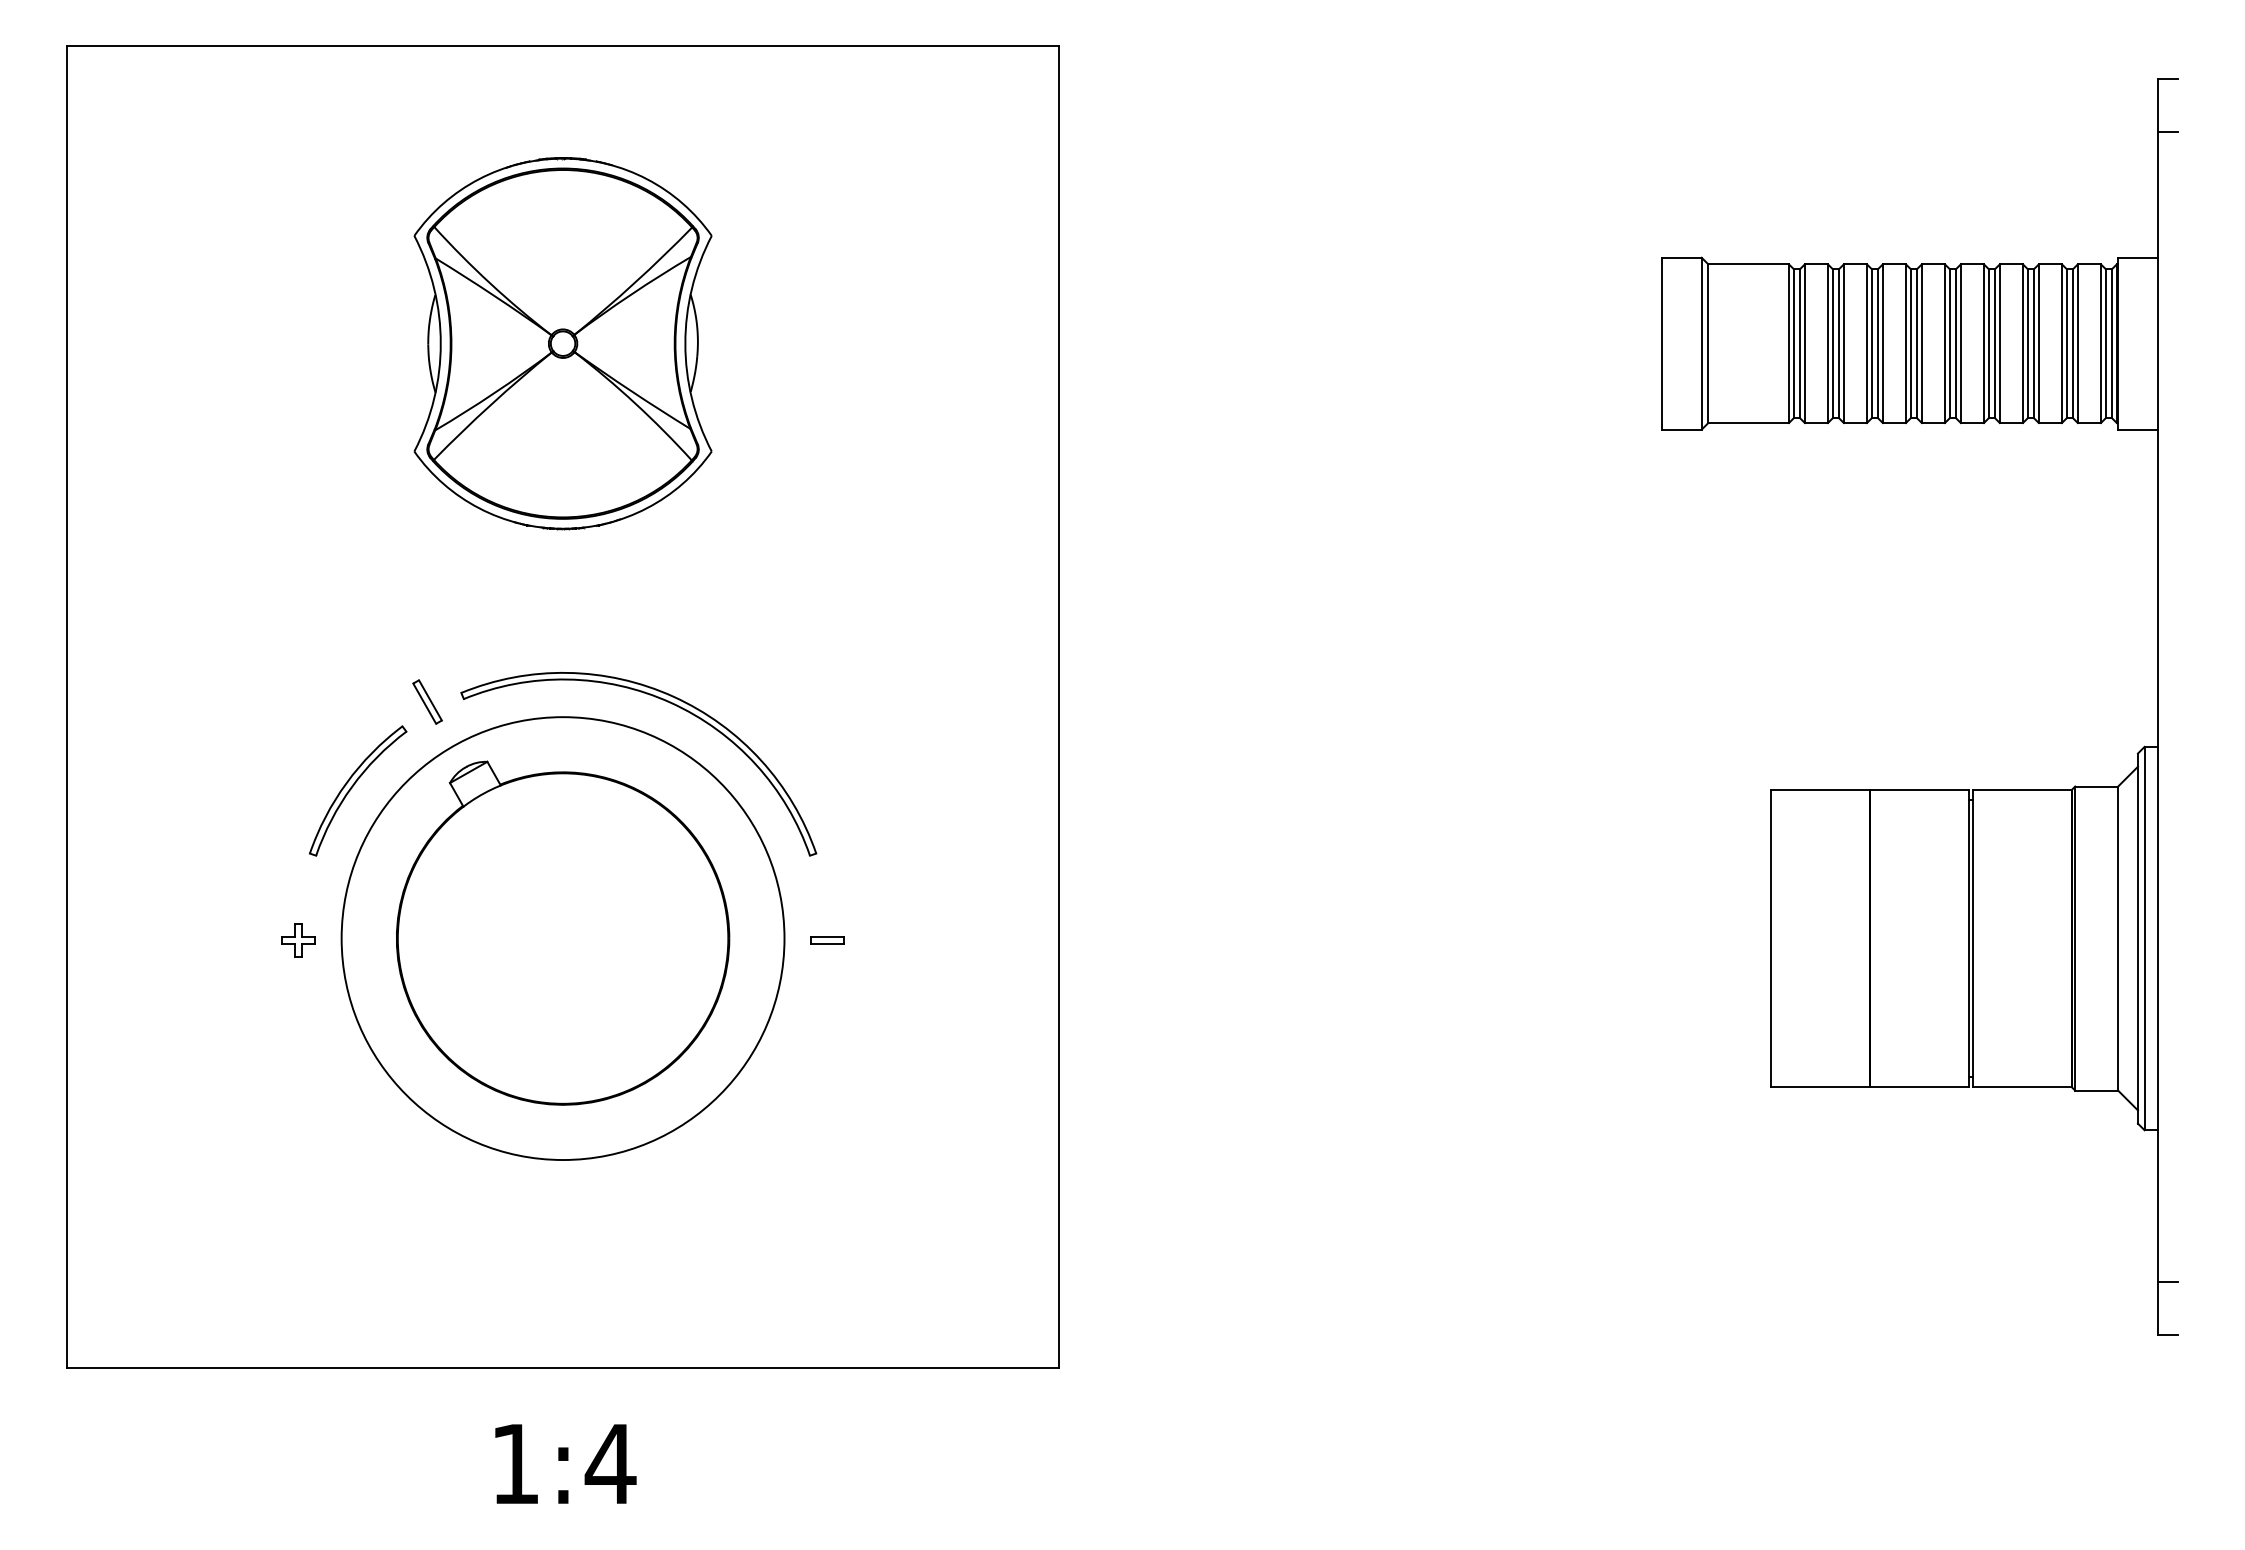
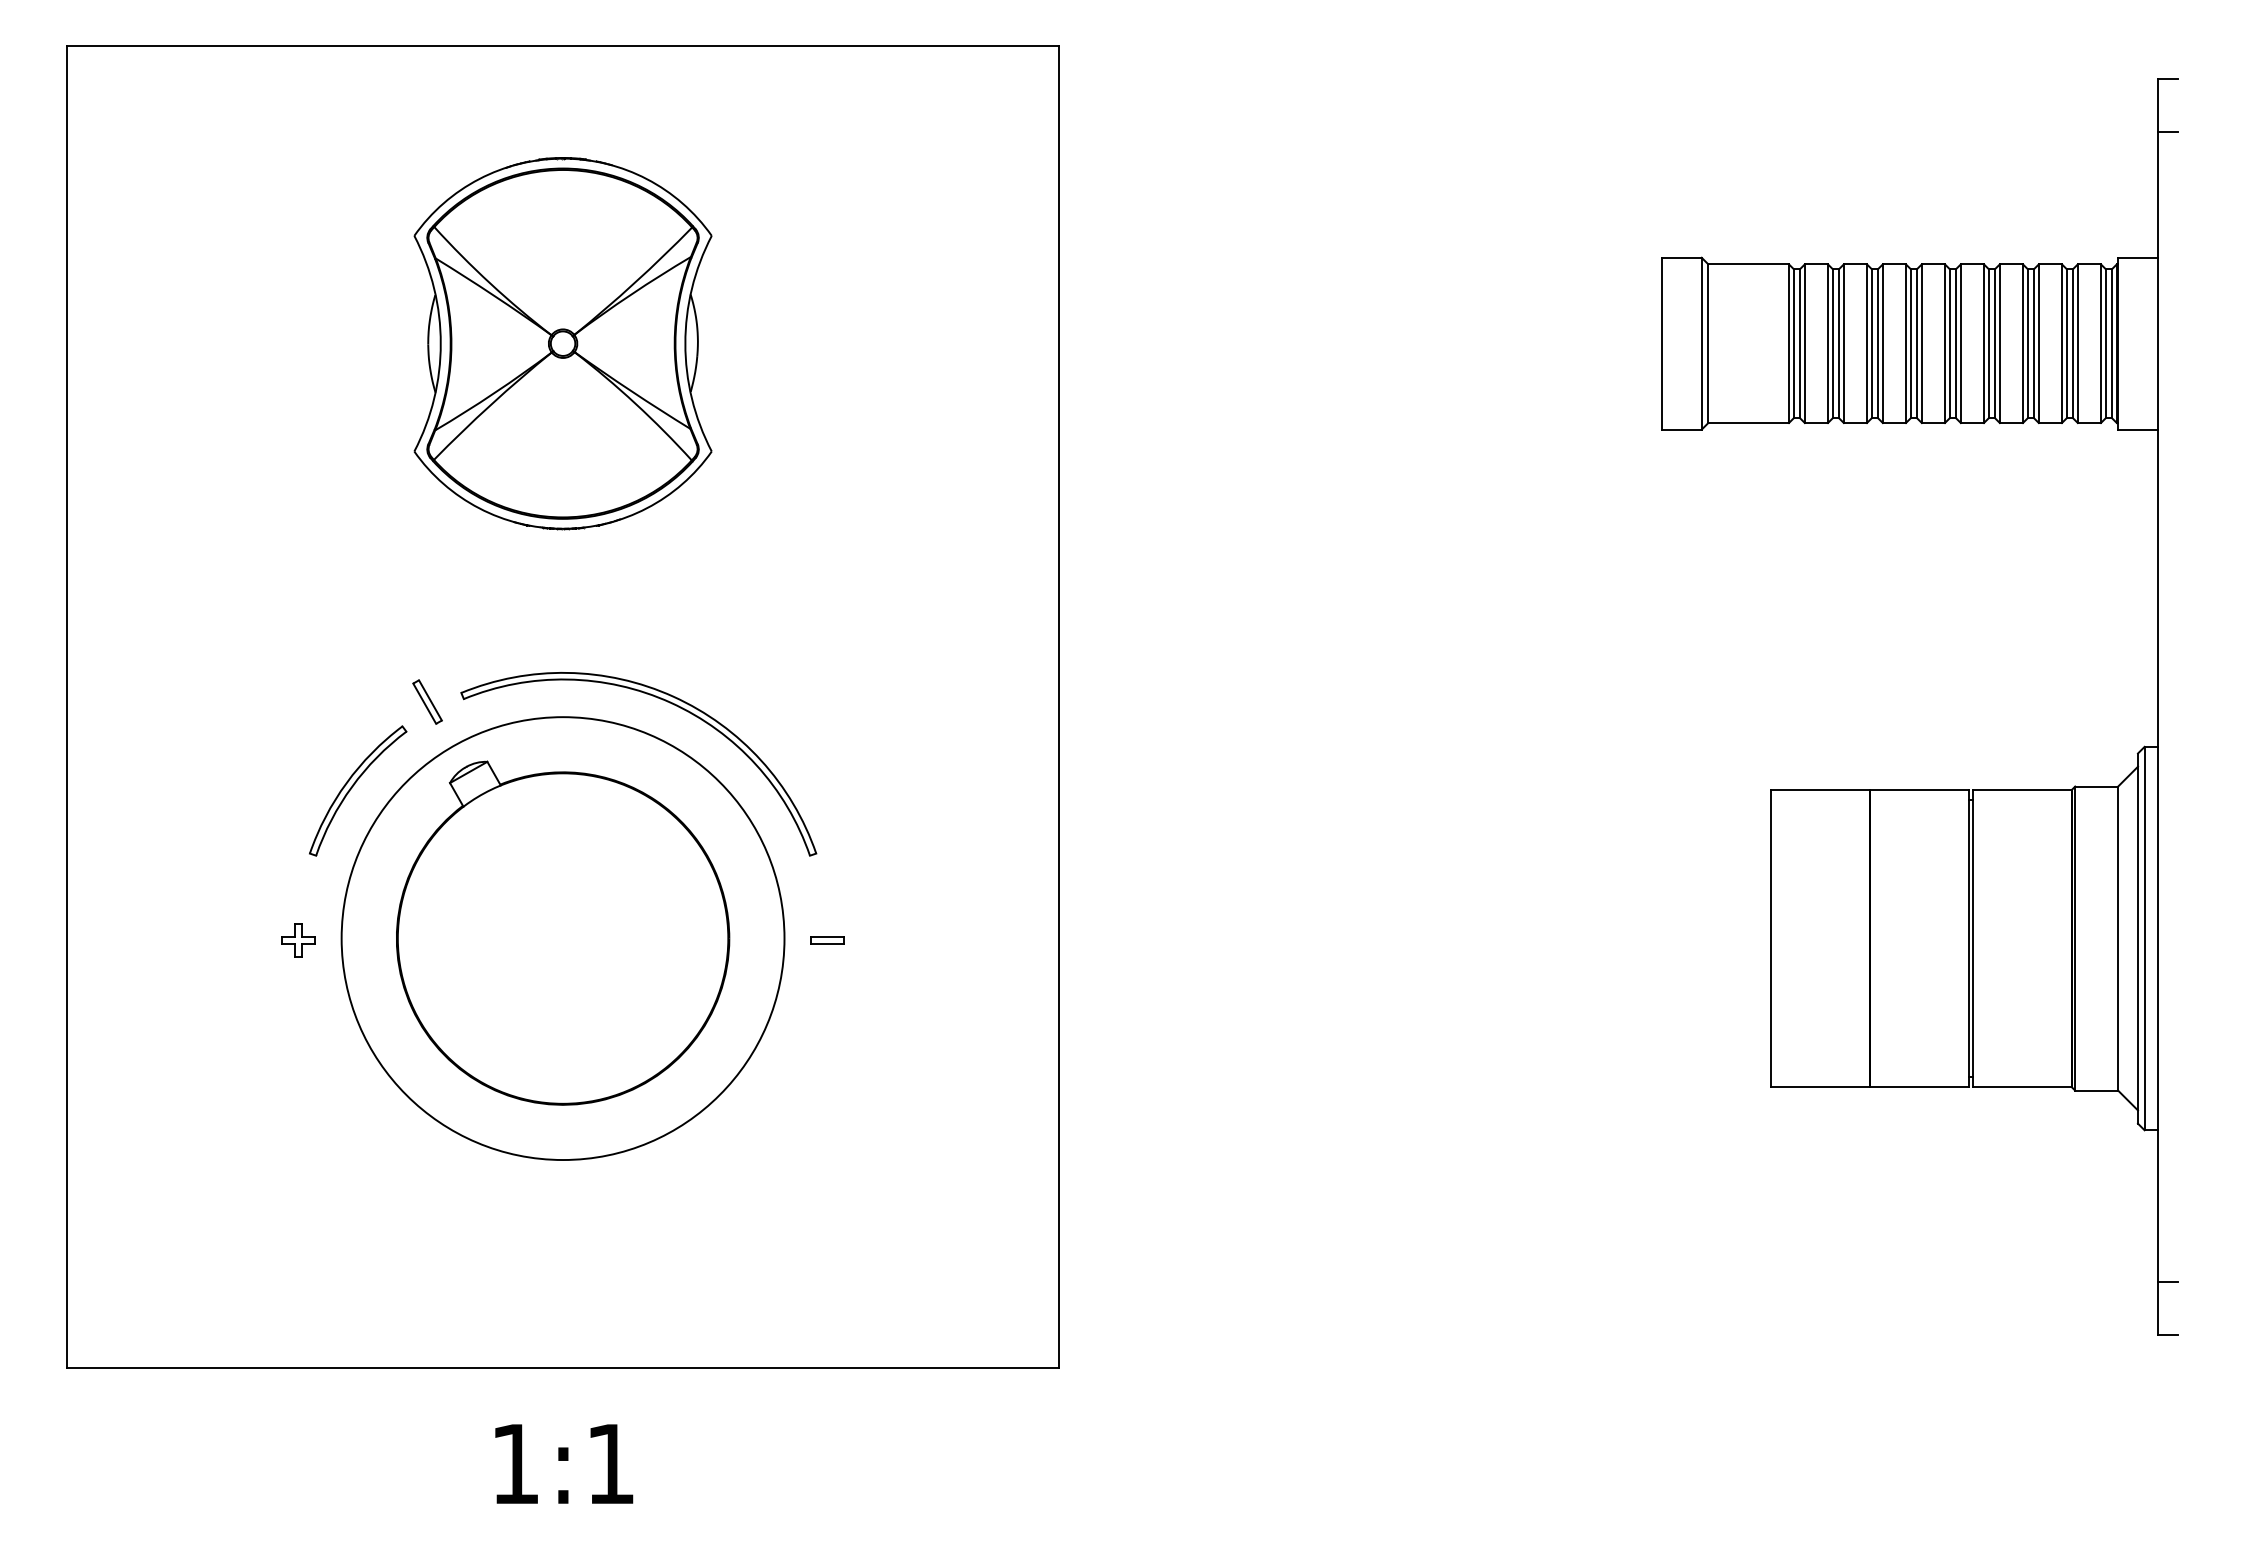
text at (610, 1463): 1:4 -> 1:1
